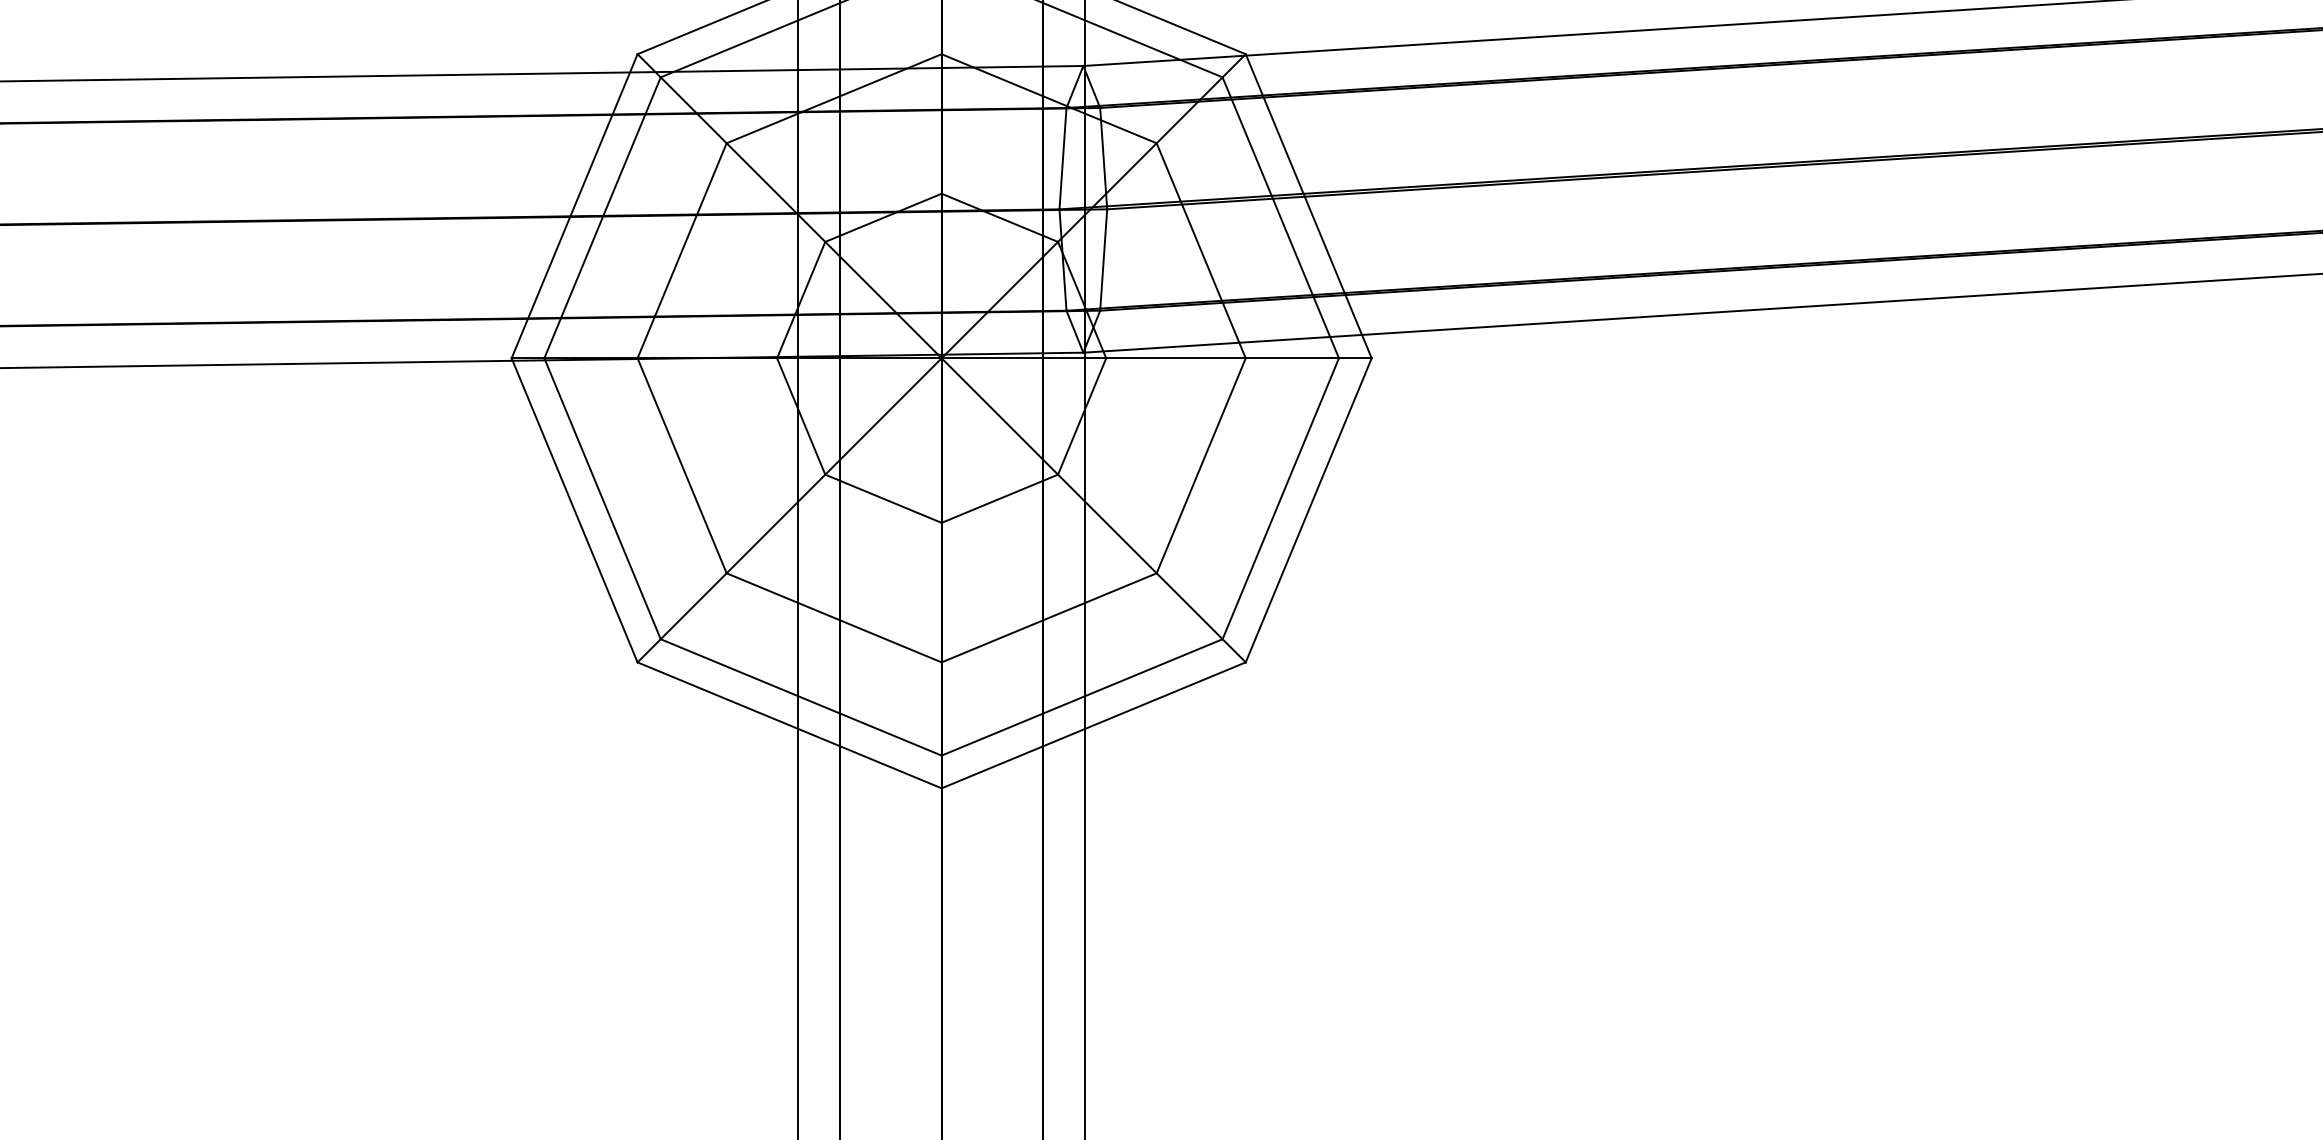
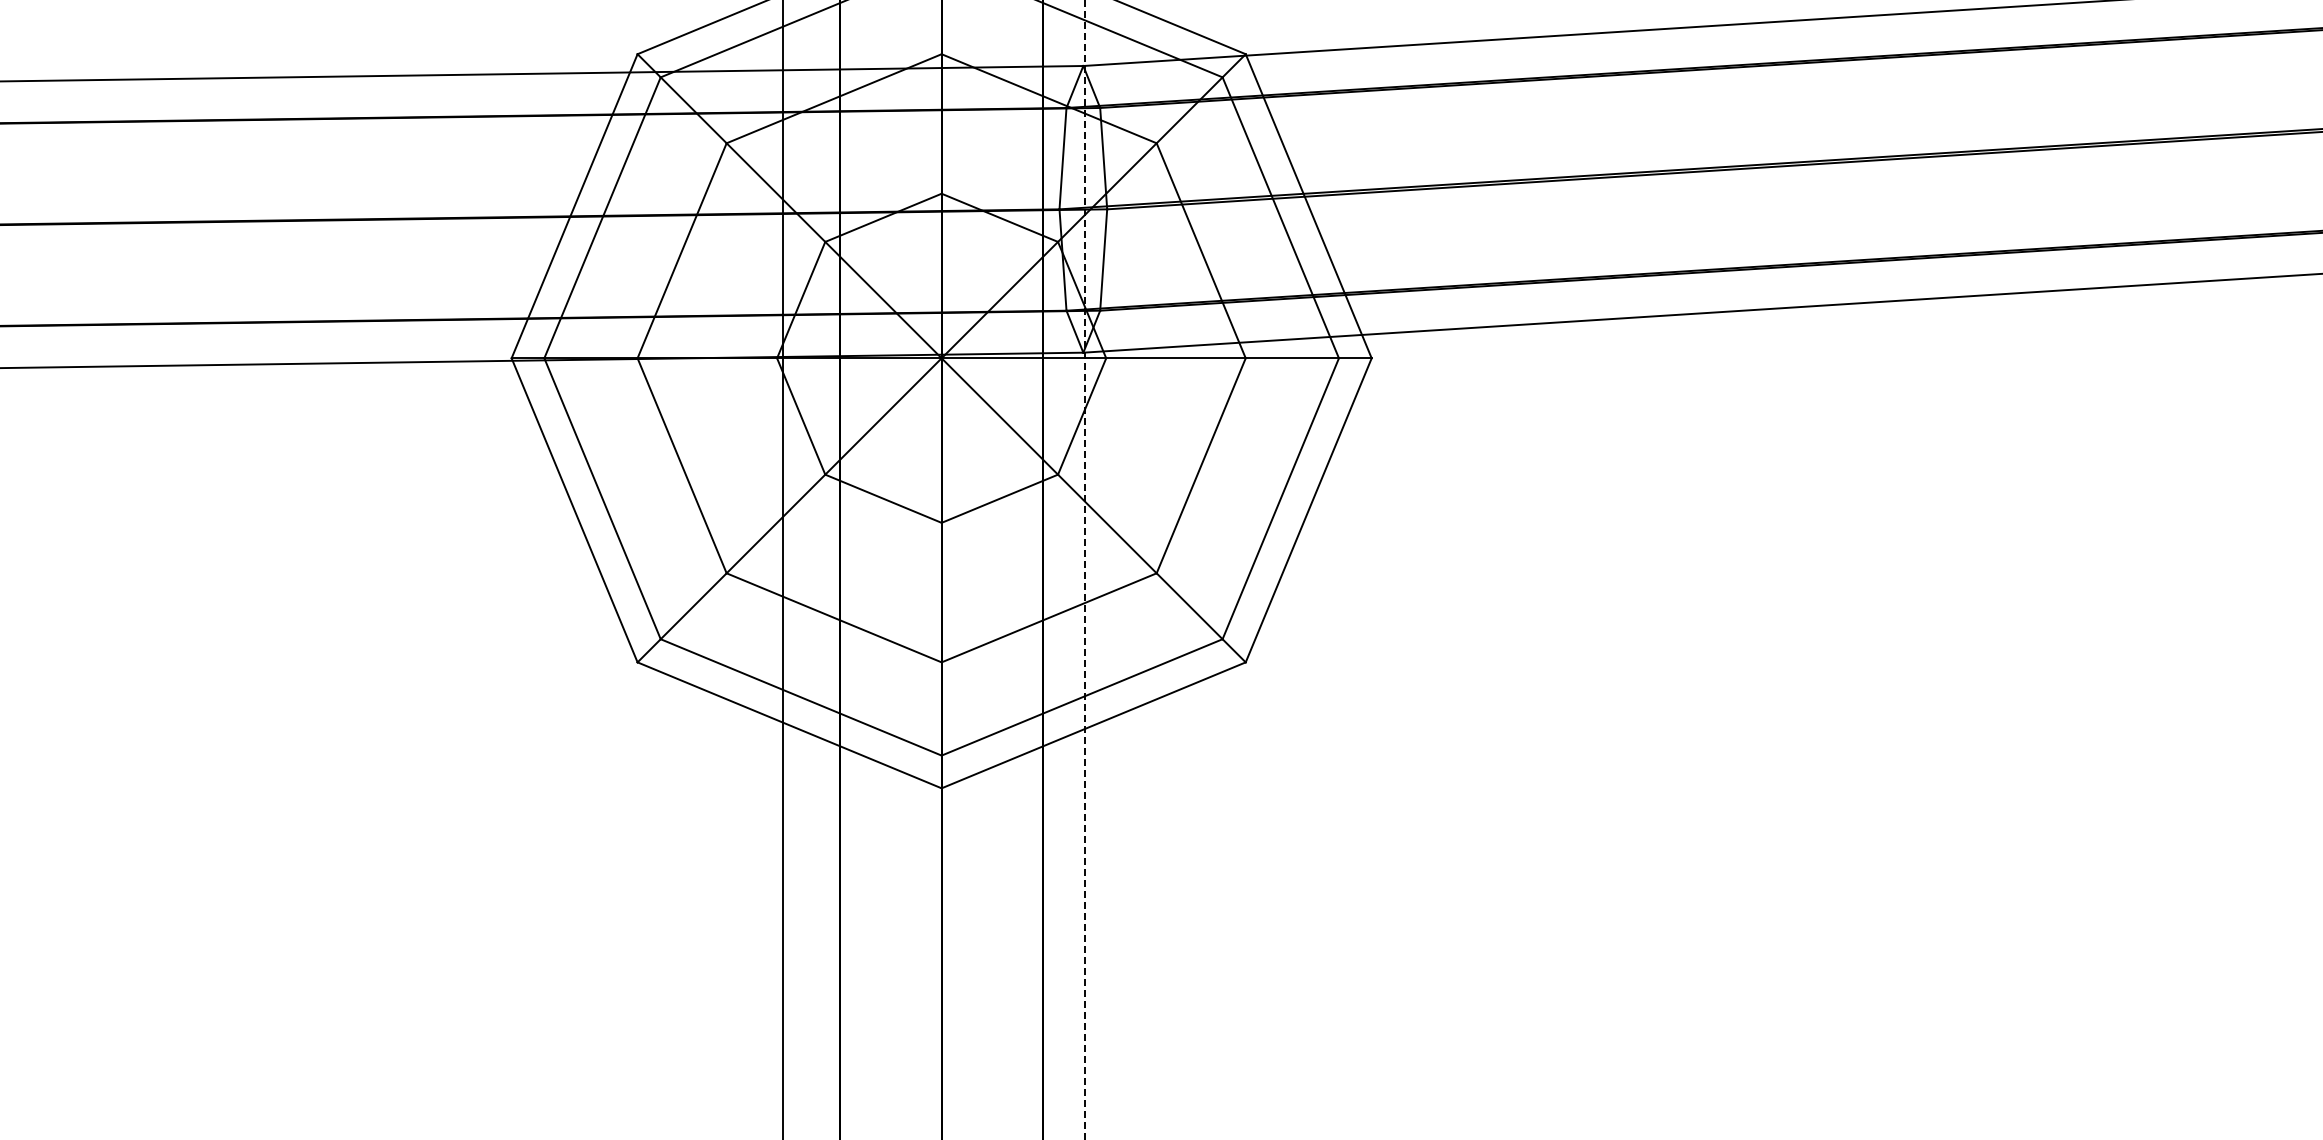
line at (798, 569) position: (798, 569) -> (783, 569)
line at (1085, 570): solid -> dashed
